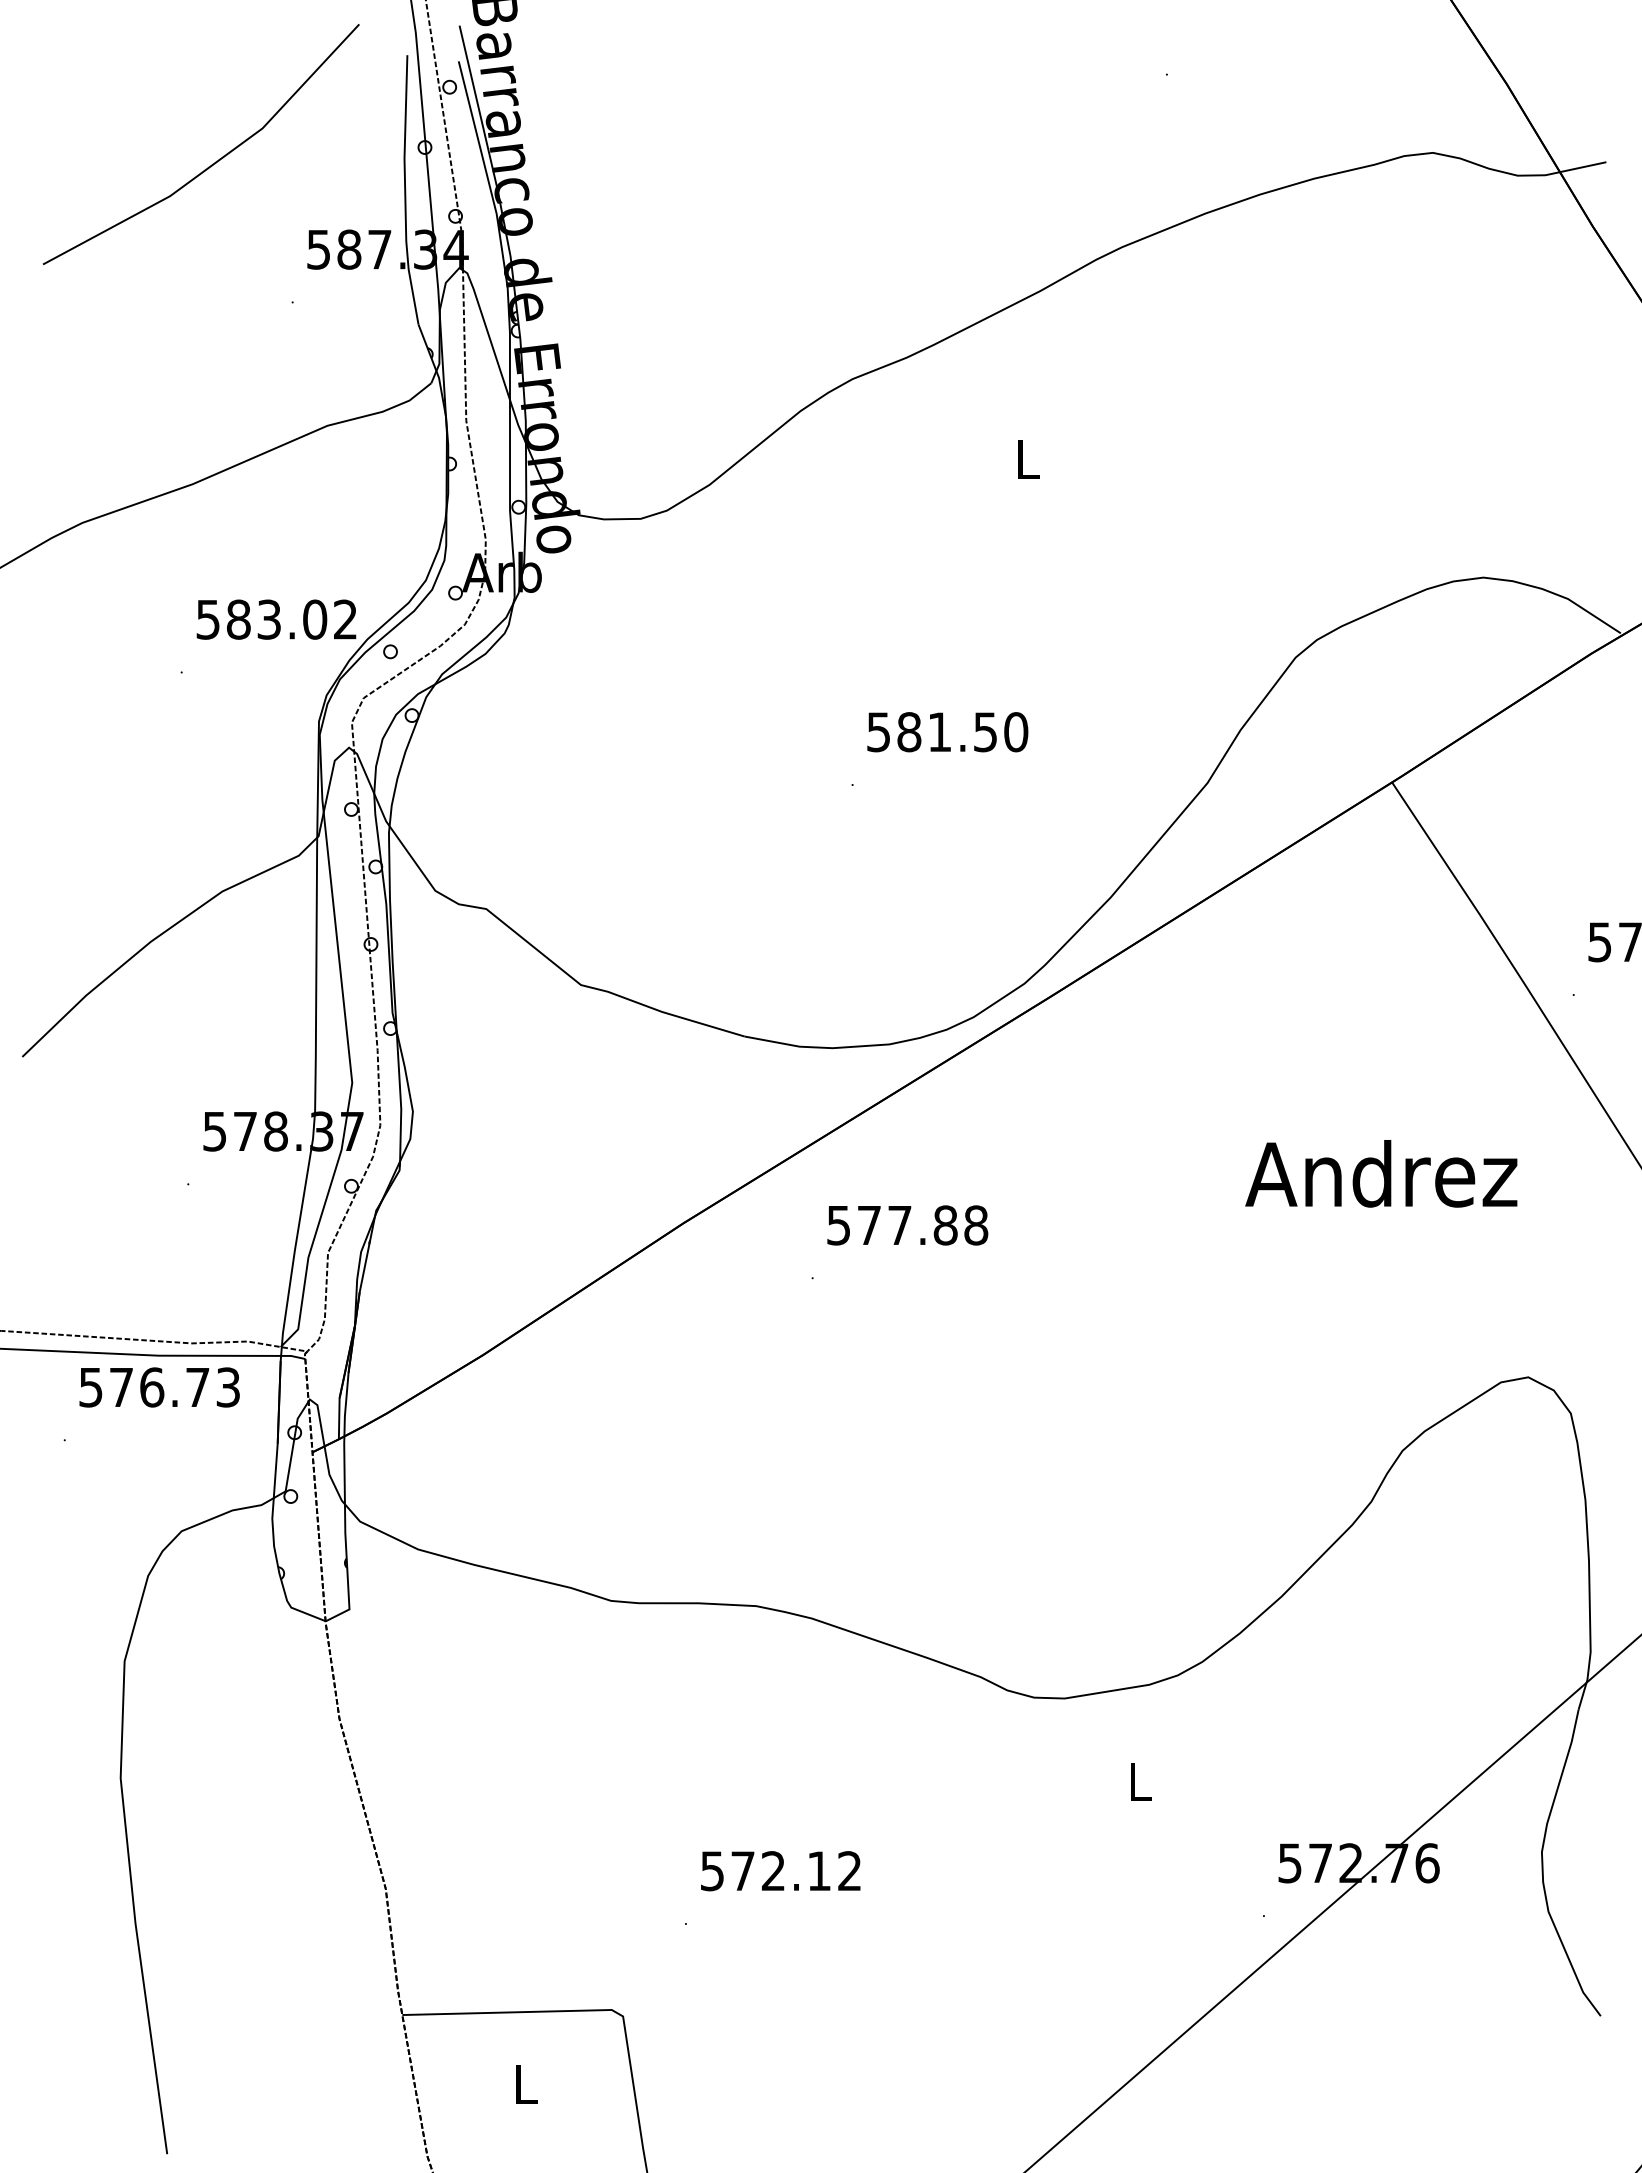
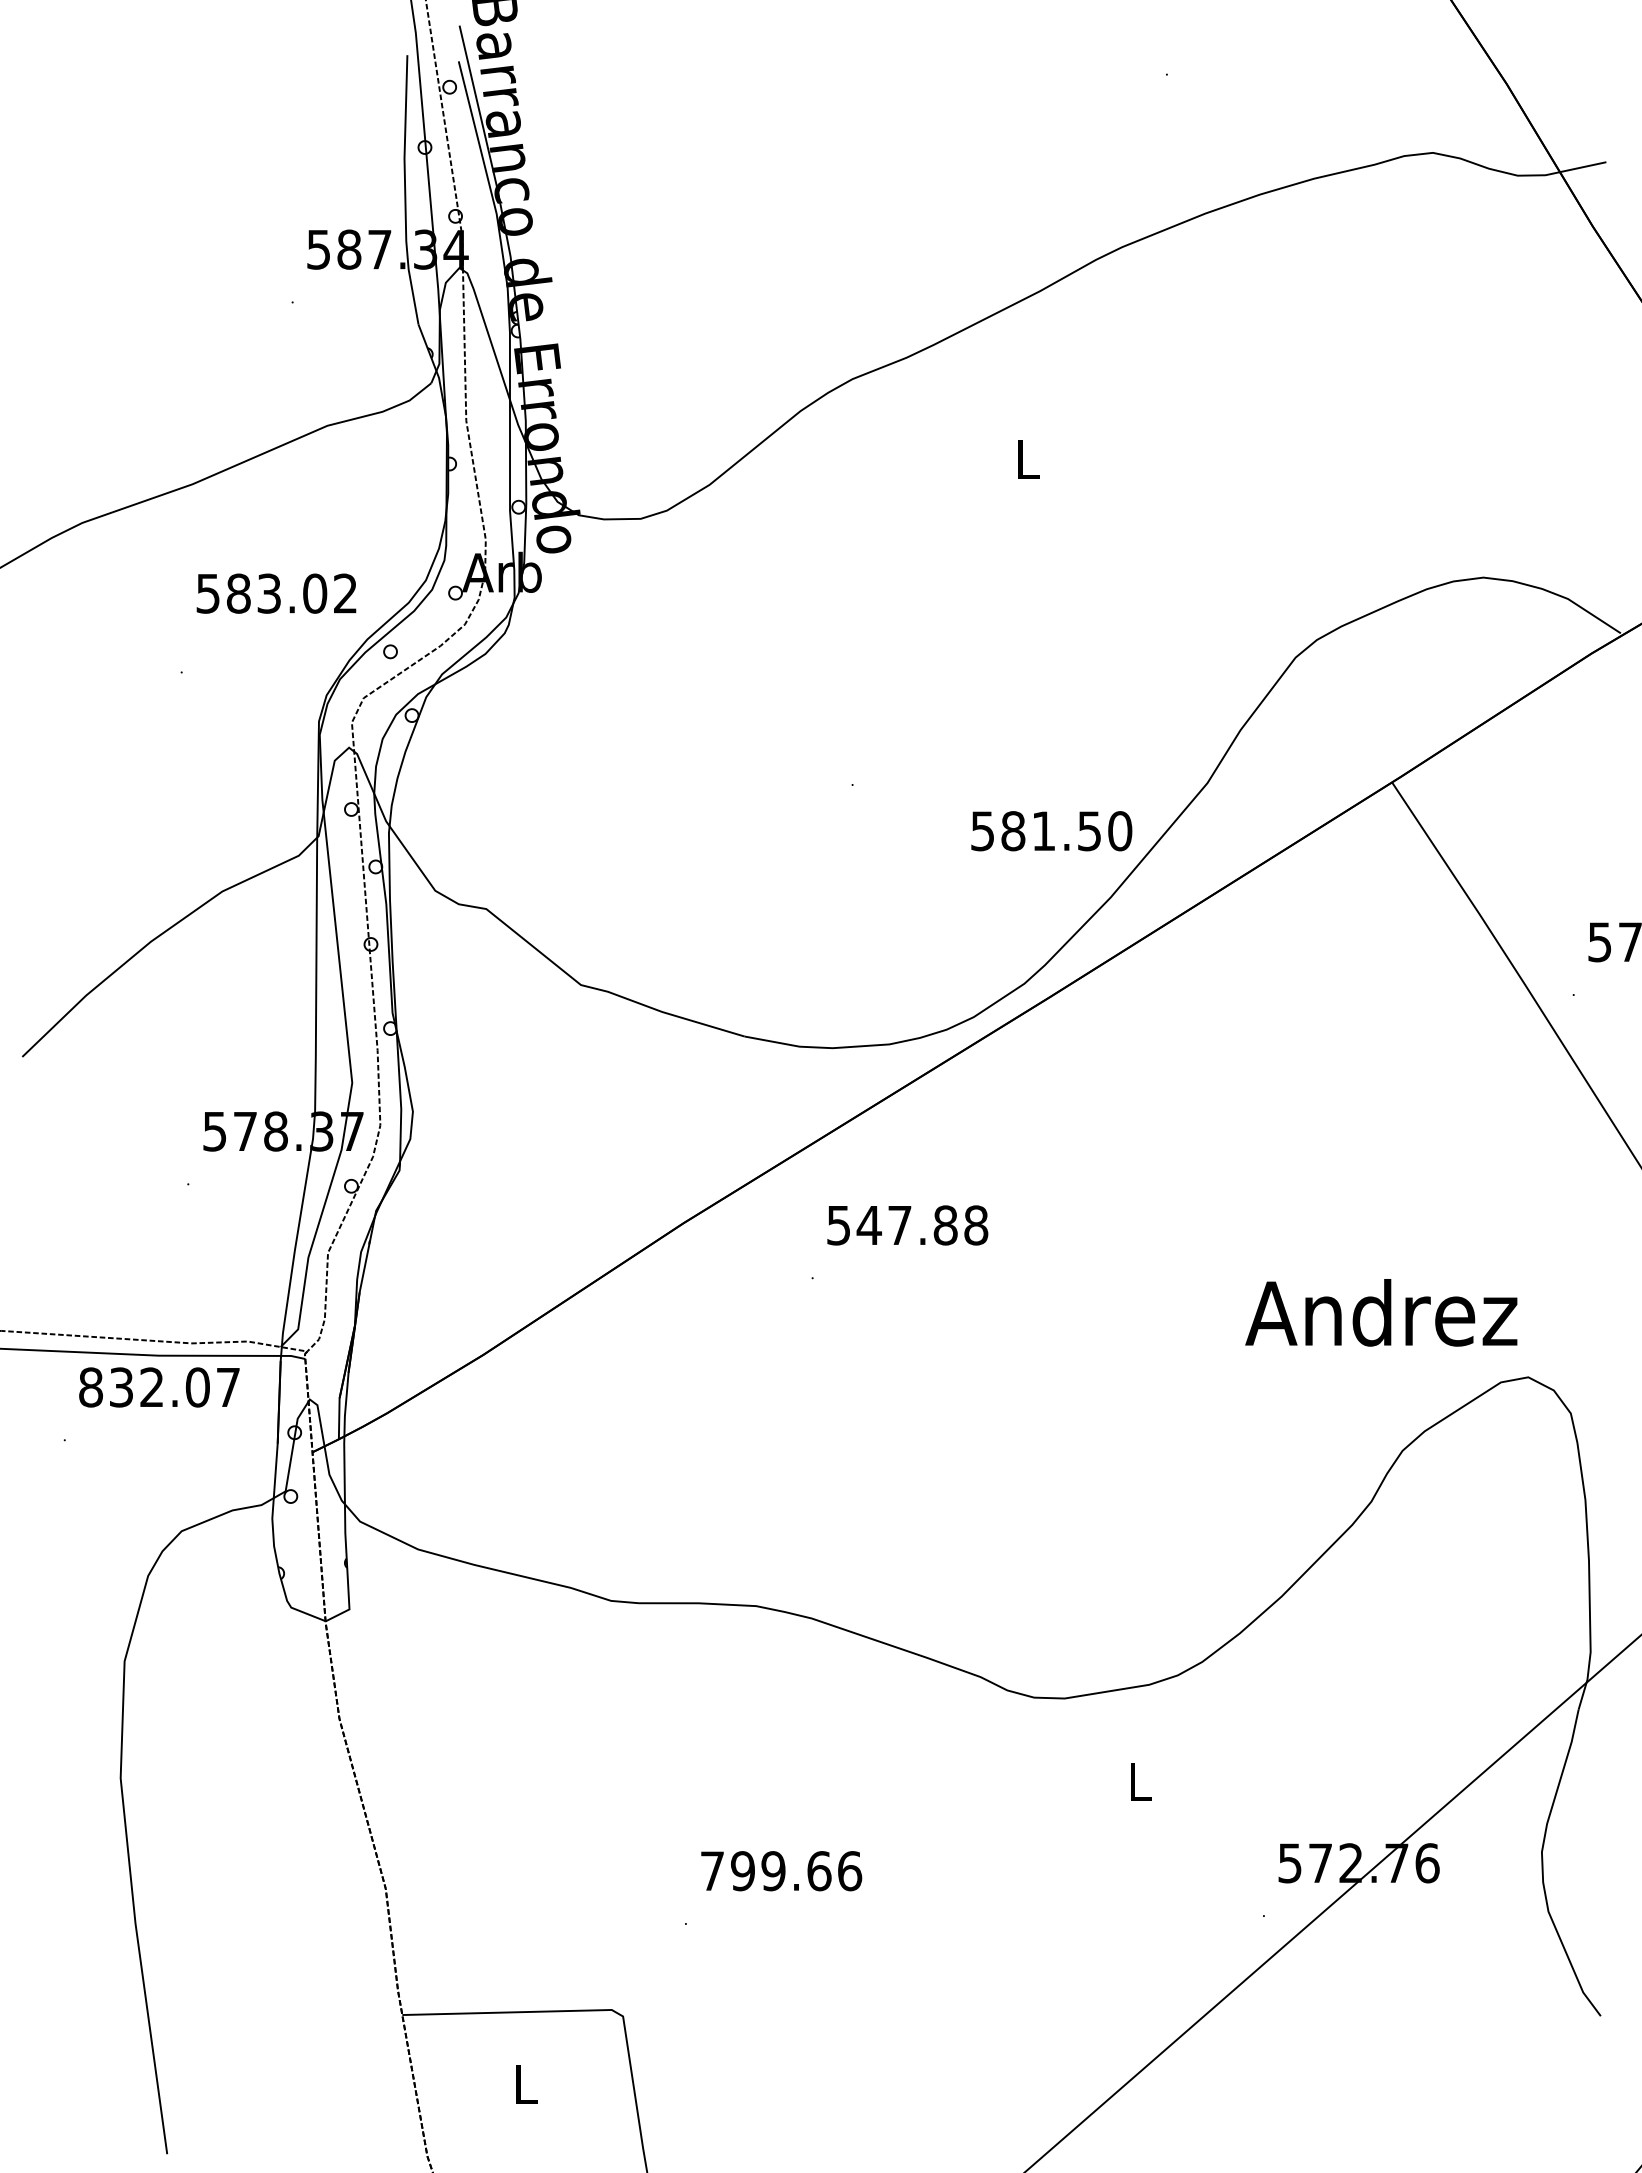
line at (212, 163): present -> none
text at (276, 619) position: (276, 619) -> (276, 593)
text at (947, 732) position: (947, 732) -> (1051, 831)
text at (1381, 1173) position: (1381, 1173) -> (1381, 1312)
text at (868, 1225): 577.88 -> 547.88
text at (159, 1387): 576.73 -> 832.07
text at (781, 1871): 572.12 -> 799.66
